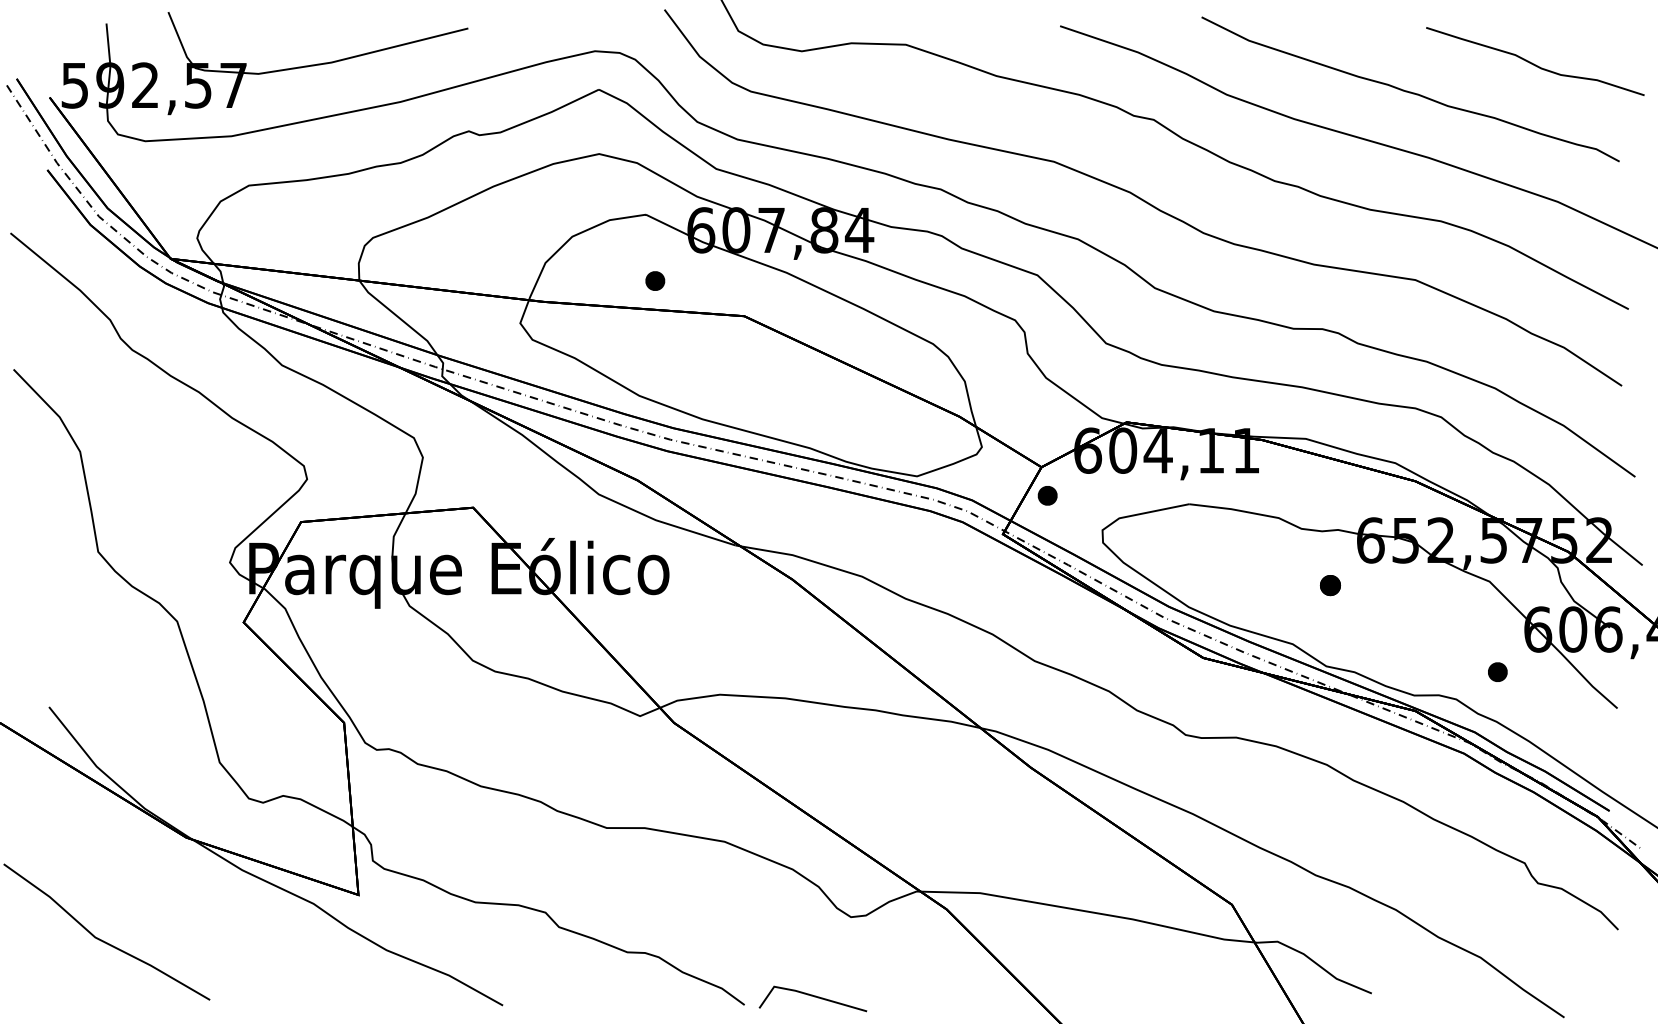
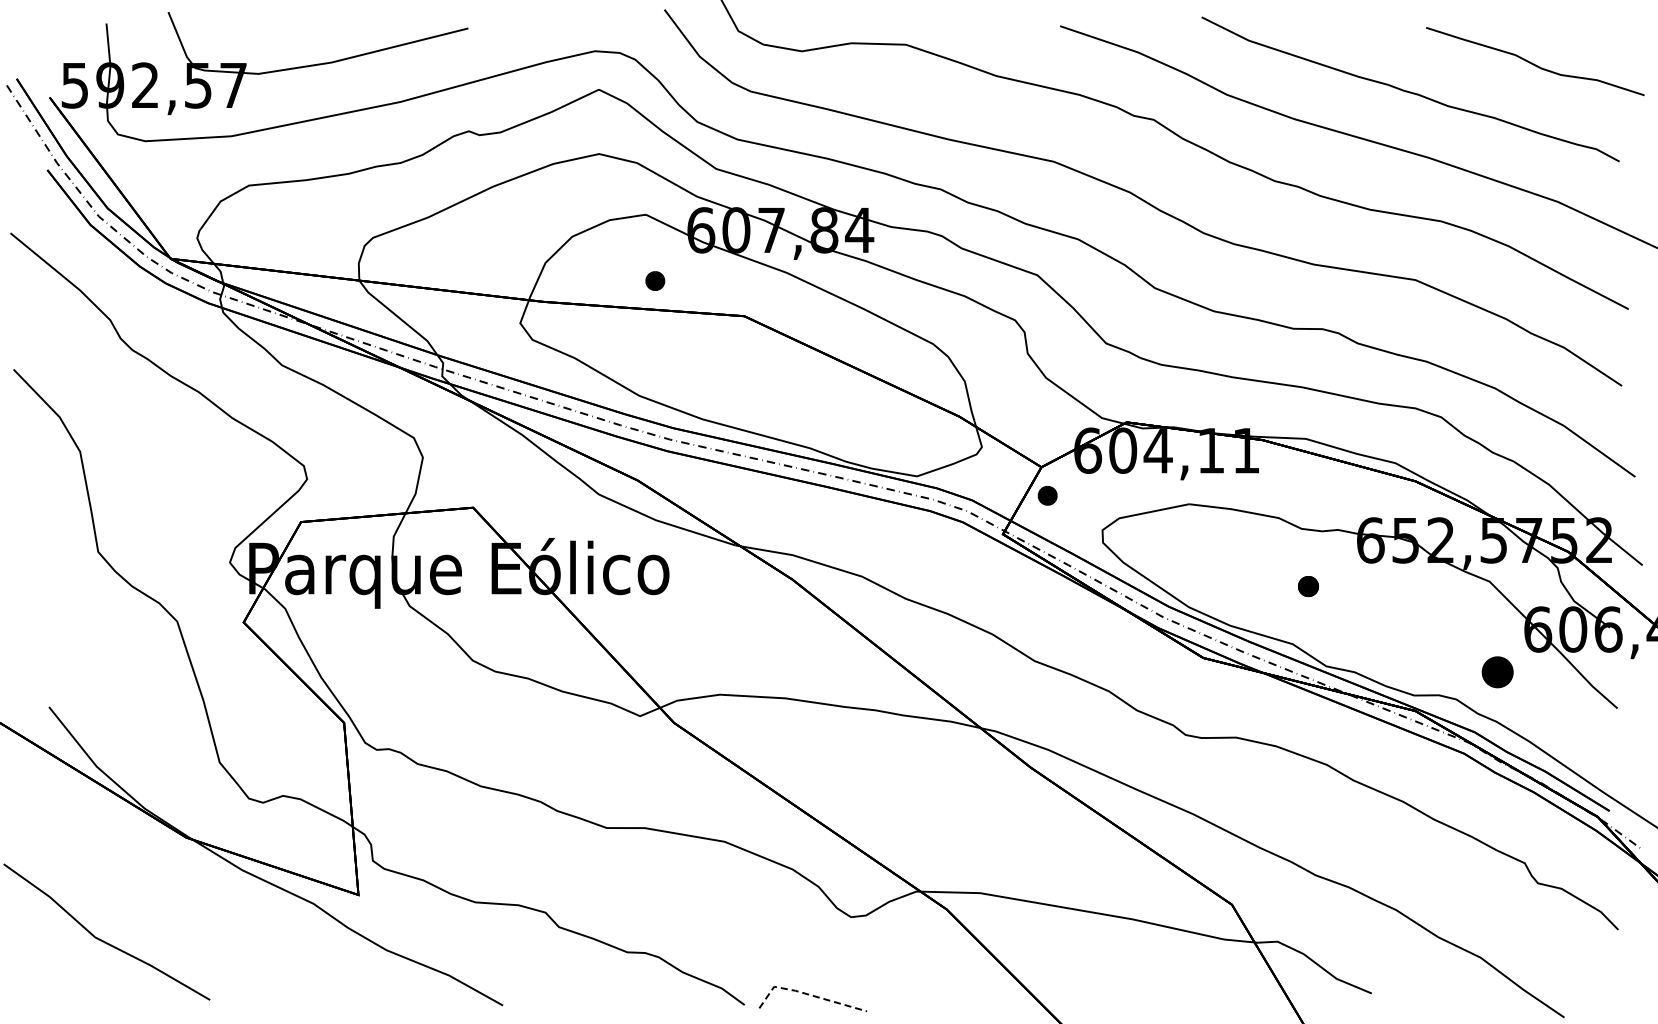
part at (1330, 585) position: (1330, 585) -> (1308, 586)
part at (1497, 671) size: 20x20 px -> 33x33 px
line at (806, 994): solid -> dashed
